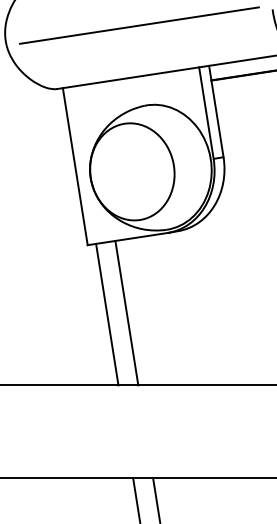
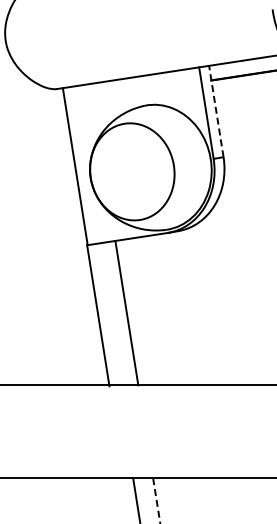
line at (139, 25): present -> none
line at (216, 111): solid -> dashed
line at (107, 314) position: (107, 314) -> (98, 315)
line at (156, 500): solid -> dashed
